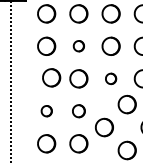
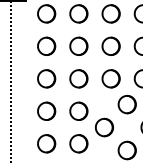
part at (78, 46) size: 13x13 px -> 20x20 px
part at (51, 77) position: (51, 77) -> (46, 78)
part at (111, 78) size: 13x14 px -> 20x20 px
part at (46, 111) size: 13x13 px -> 20x20 px
part at (78, 111) size: 14x15 px -> 20x20 px
